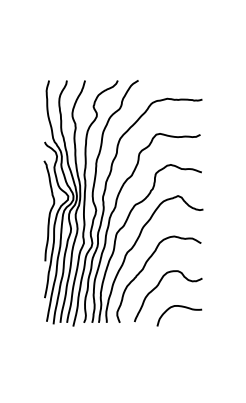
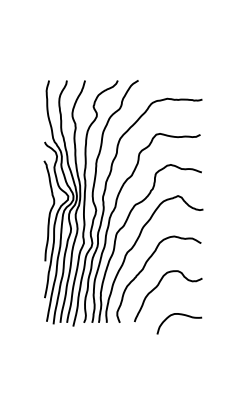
curve at (180, 307) position: (180, 307) -> (180, 315)
